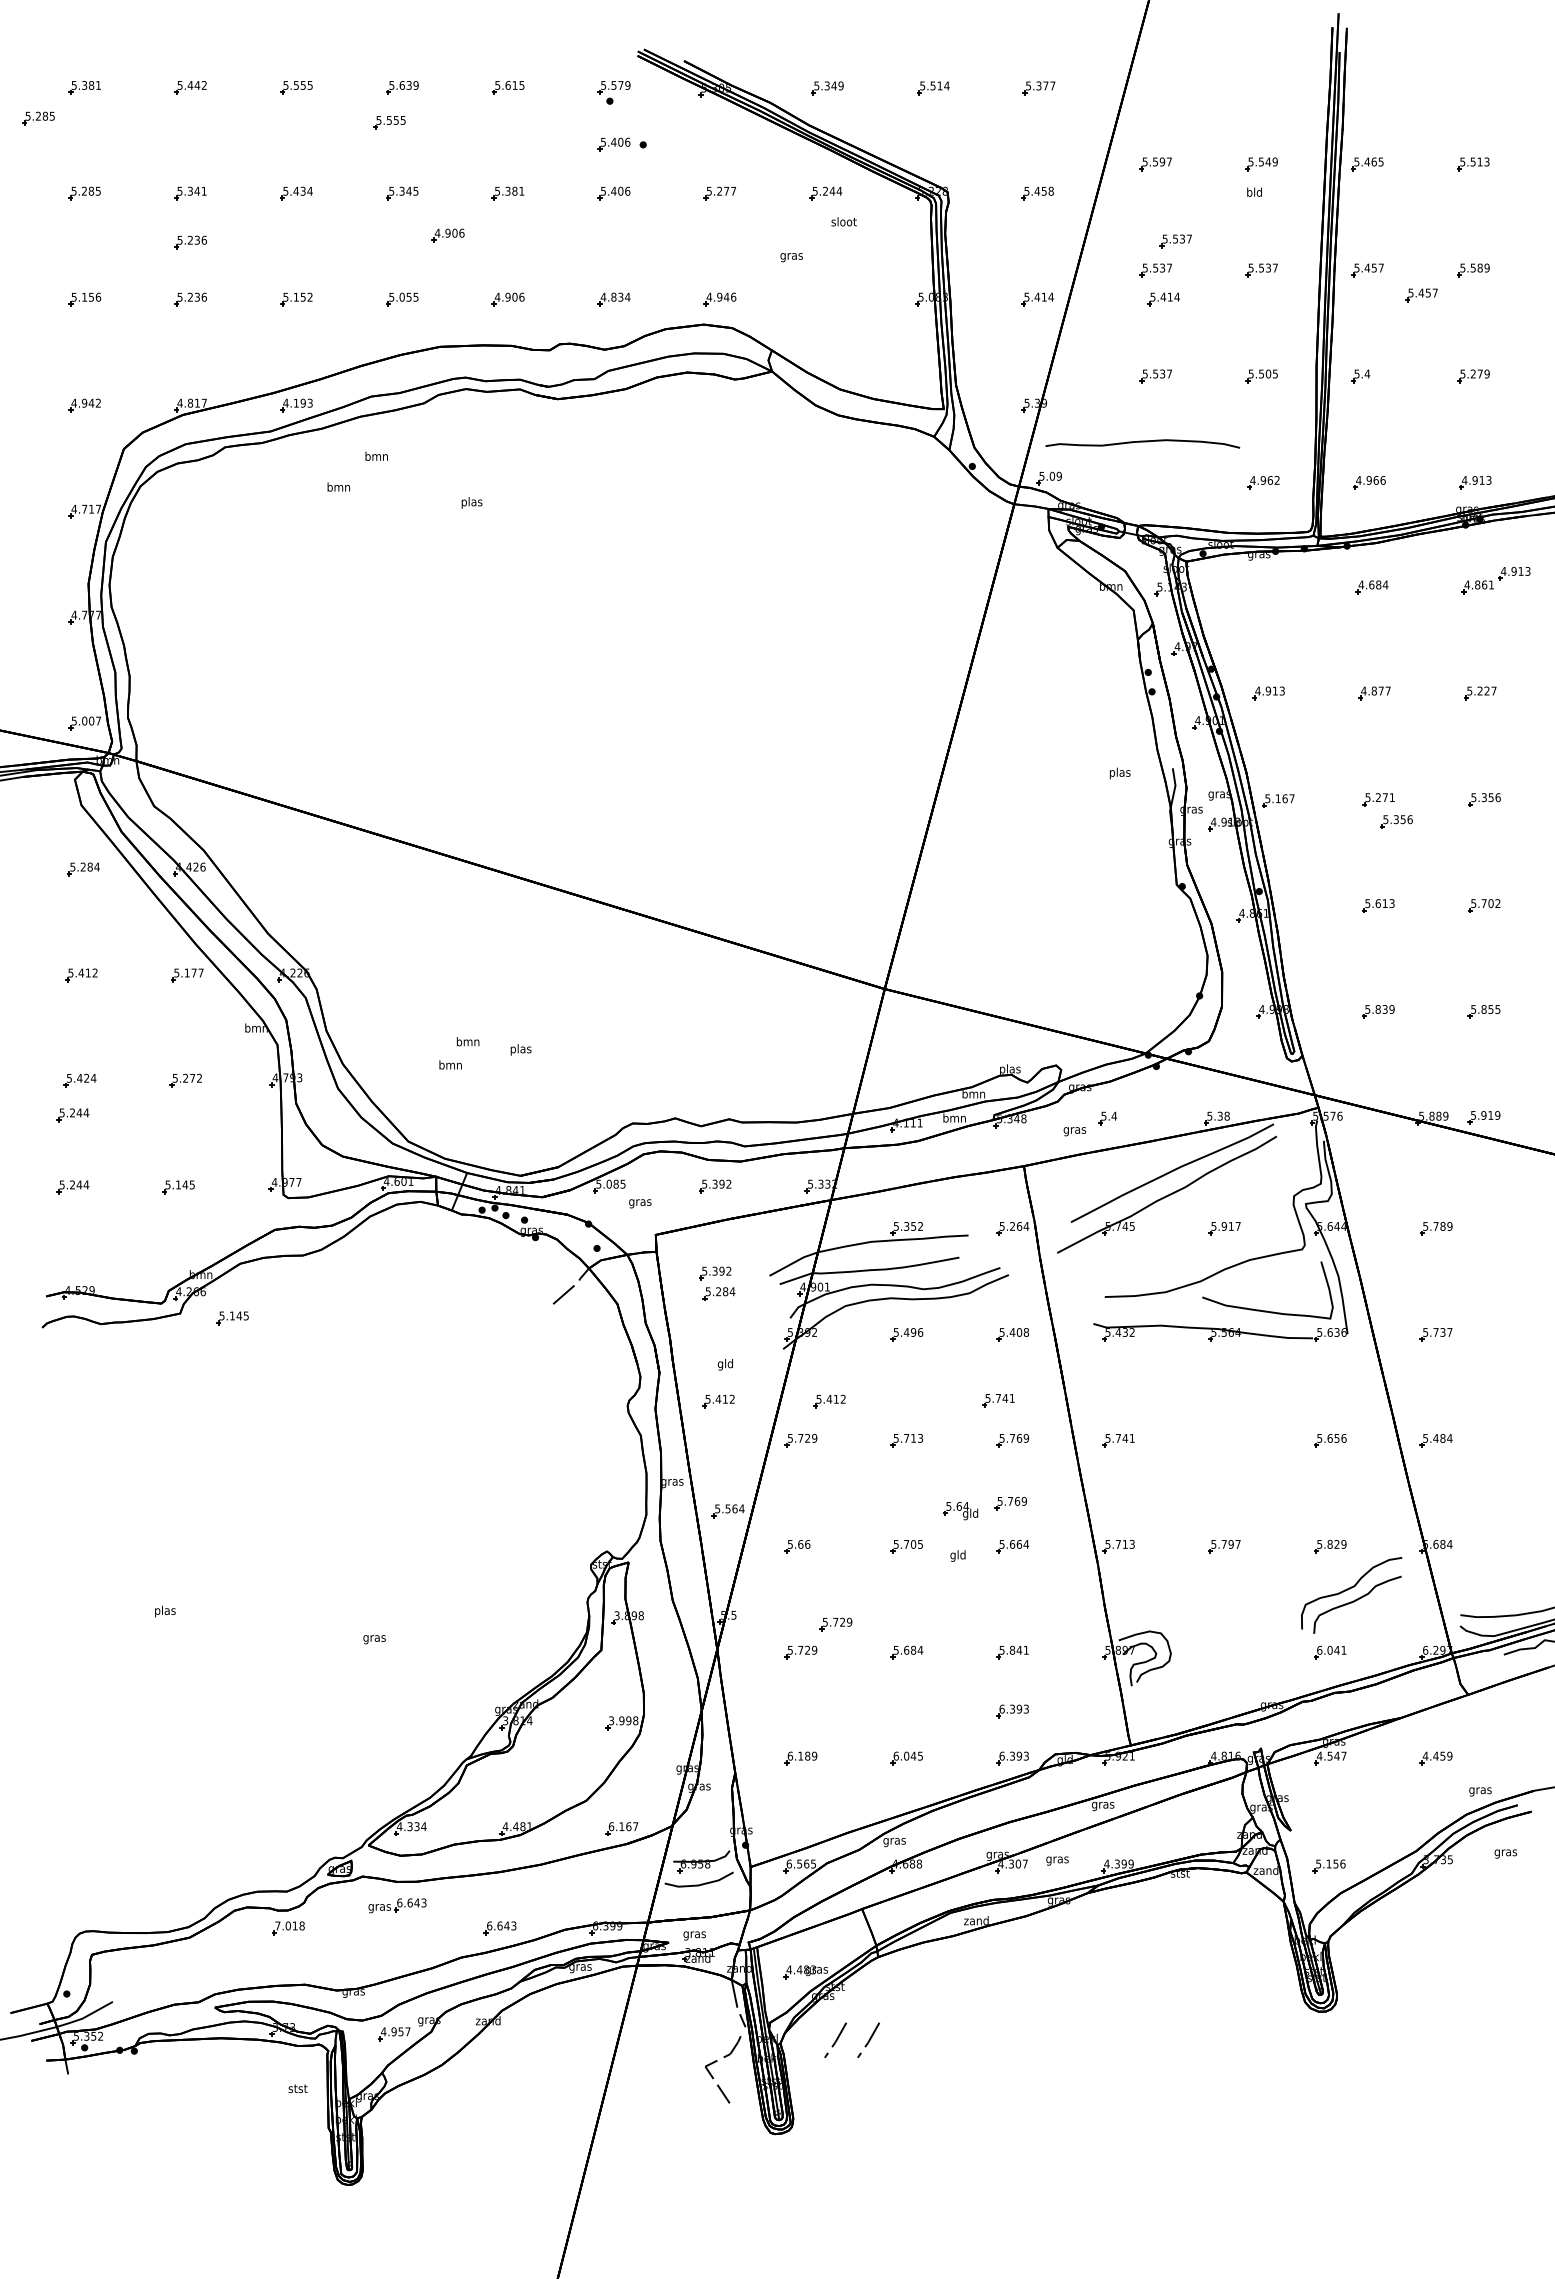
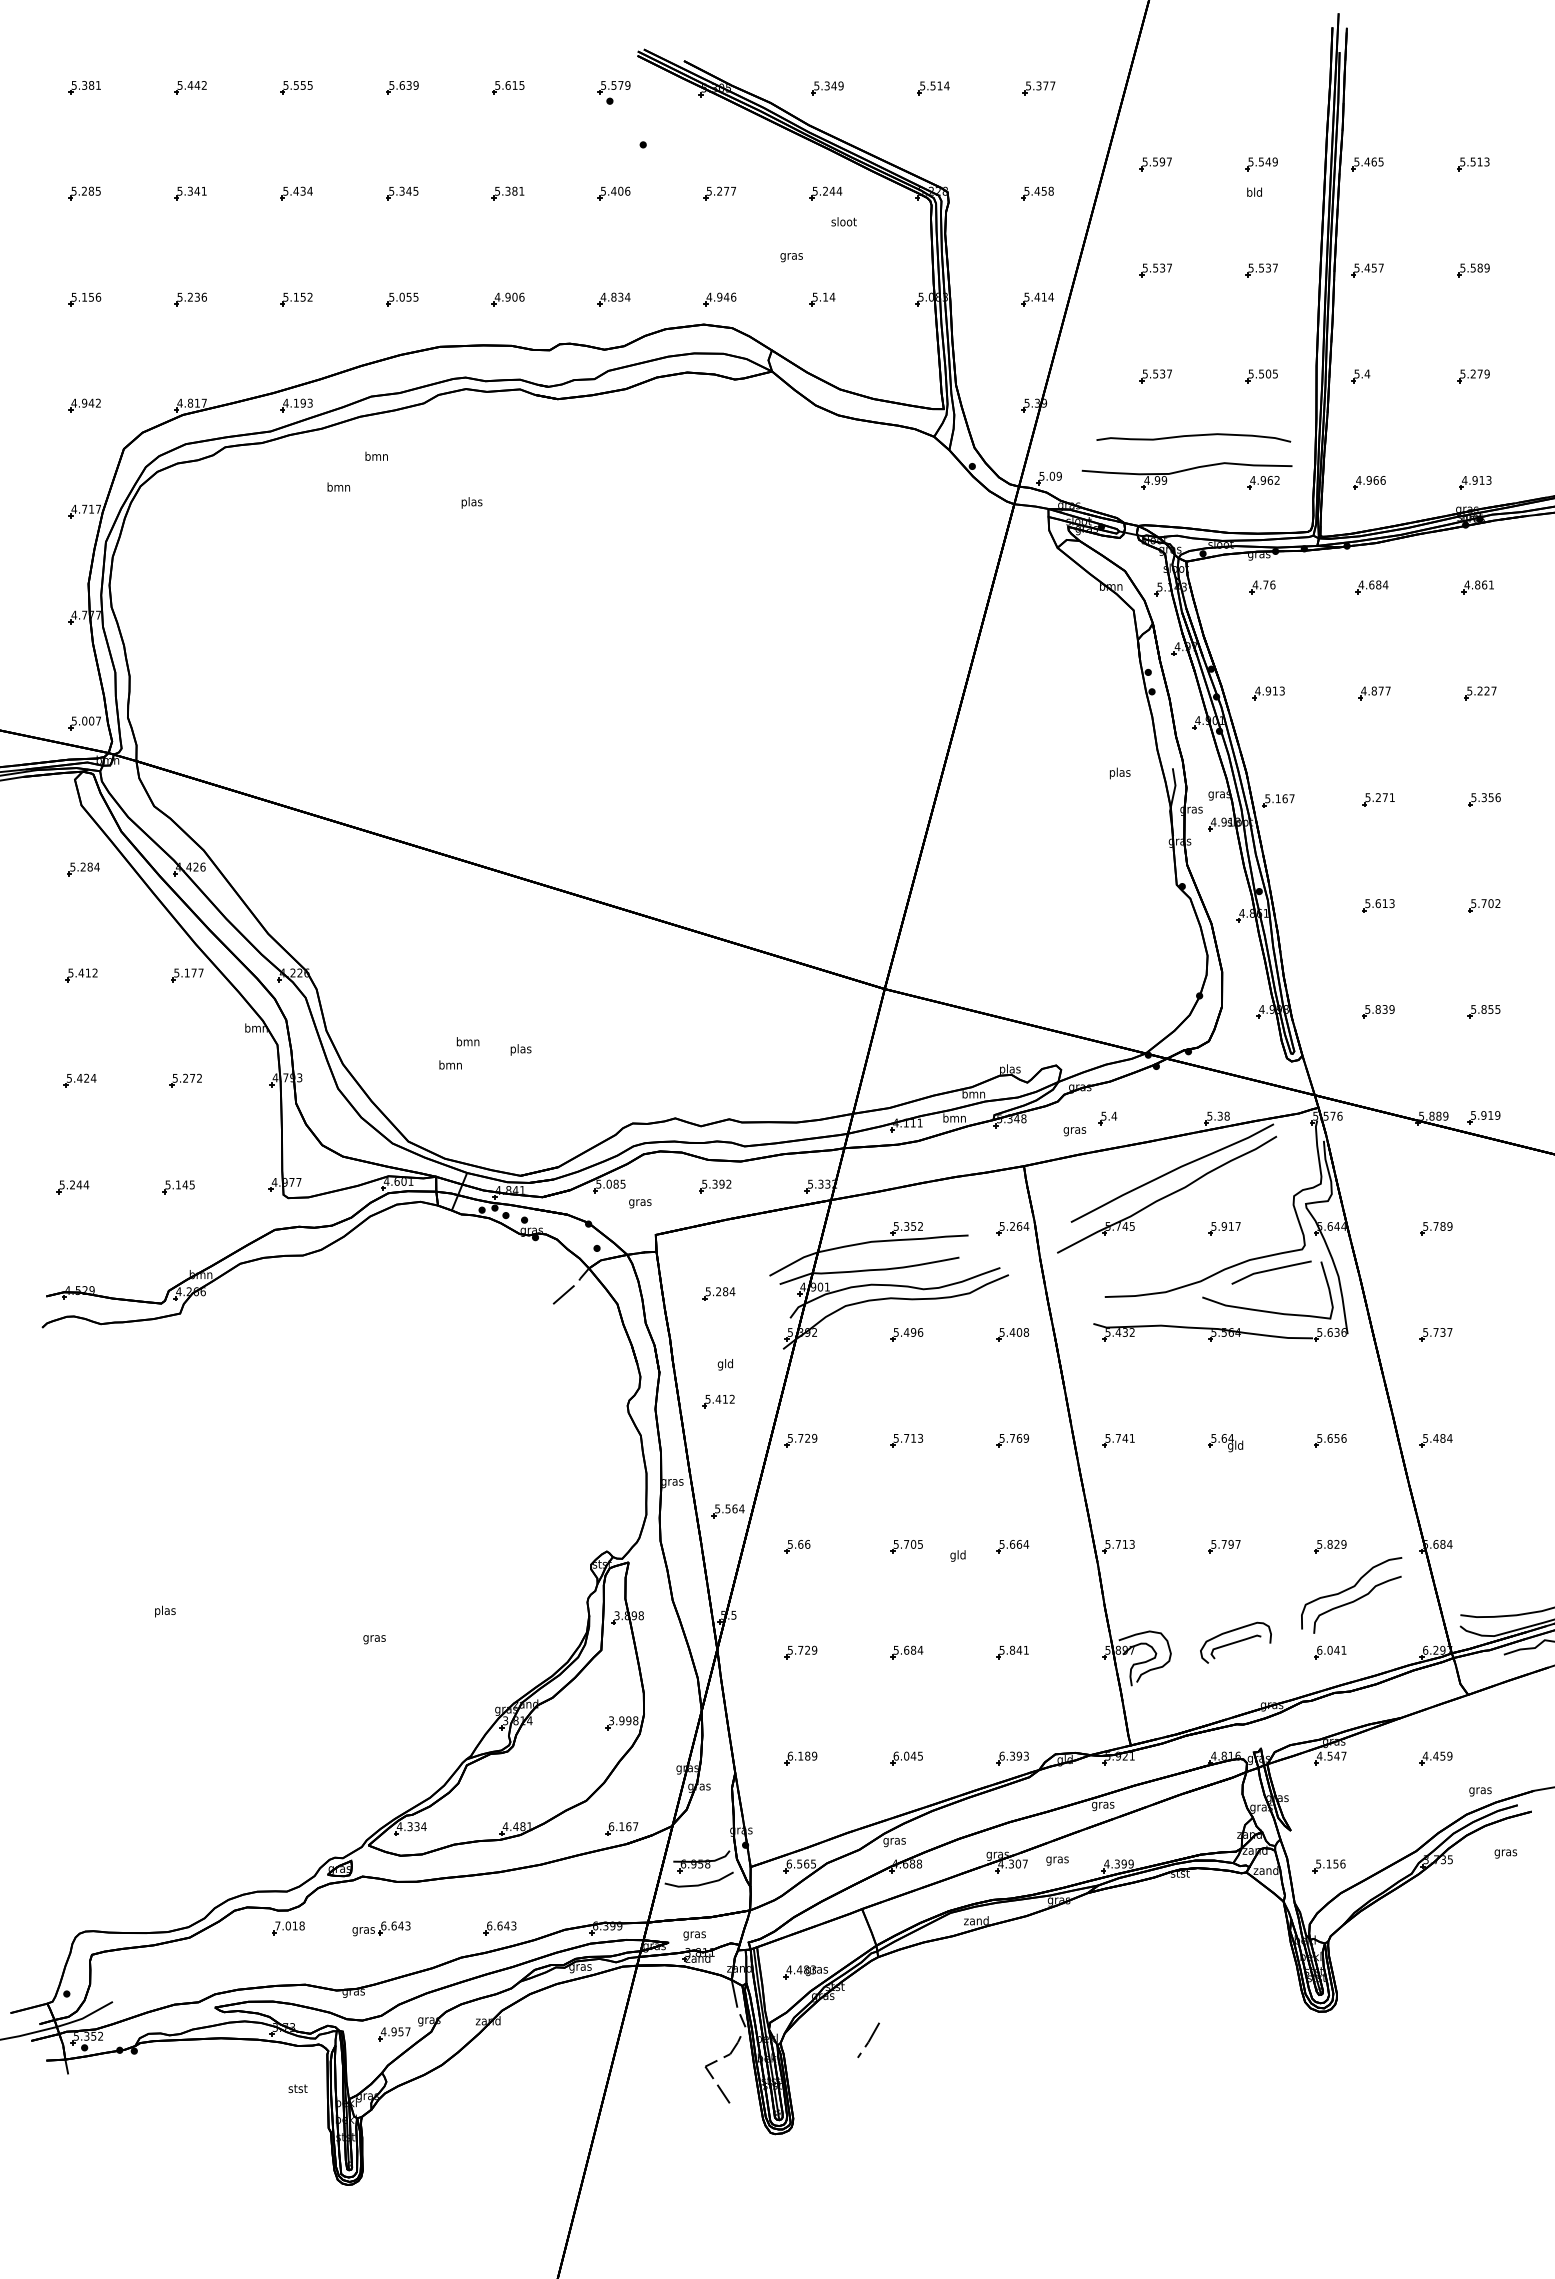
part at (38, 118): present -> none
part at (389, 122): present -> none
part at (613, 144): present -> none
part at (447, 235): present -> none
part at (1175, 241): present -> none
part at (190, 242): present -> none
part at (1421, 295): present -> none
part at (822, 299): none -> present
part at (1163, 299): present -> none
curve at (1142, 442) position: (1142, 442) -> (1193, 436)
part at (1186, 475): none -> present
part at (1514, 573): present -> none
part at (1262, 587): none -> present
part at (1396, 821): present -> none
part at (72, 1115): present -> none
line at (1271, 1270): none -> present
part at (715, 1273): present -> none
part at (232, 1318): present -> none
part at (998, 1400): present -> none
part at (829, 1401): present -> none
part at (1010, 1503): present -> none
part at (960, 1511) position: (960, 1511) -> (1225, 1443)
part at (835, 1624): present -> none
part at (1235, 1642): none -> present
part at (1012, 1711): present -> none
part at (397, 1905) position: (397, 1905) -> (381, 1928)
line at (835, 2040): present -> none
